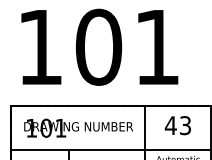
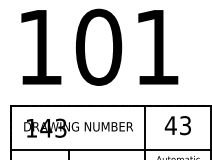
text at (53, 127): 101 -> 143
